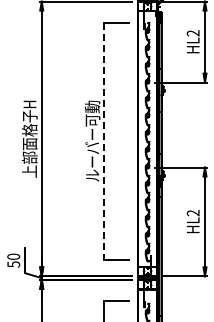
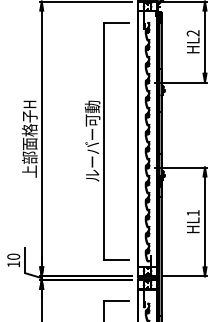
line at (103, 141): dashed -> solid
text at (192, 213): HL2 -> HL1
text at (13, 264): 50 -> 10
